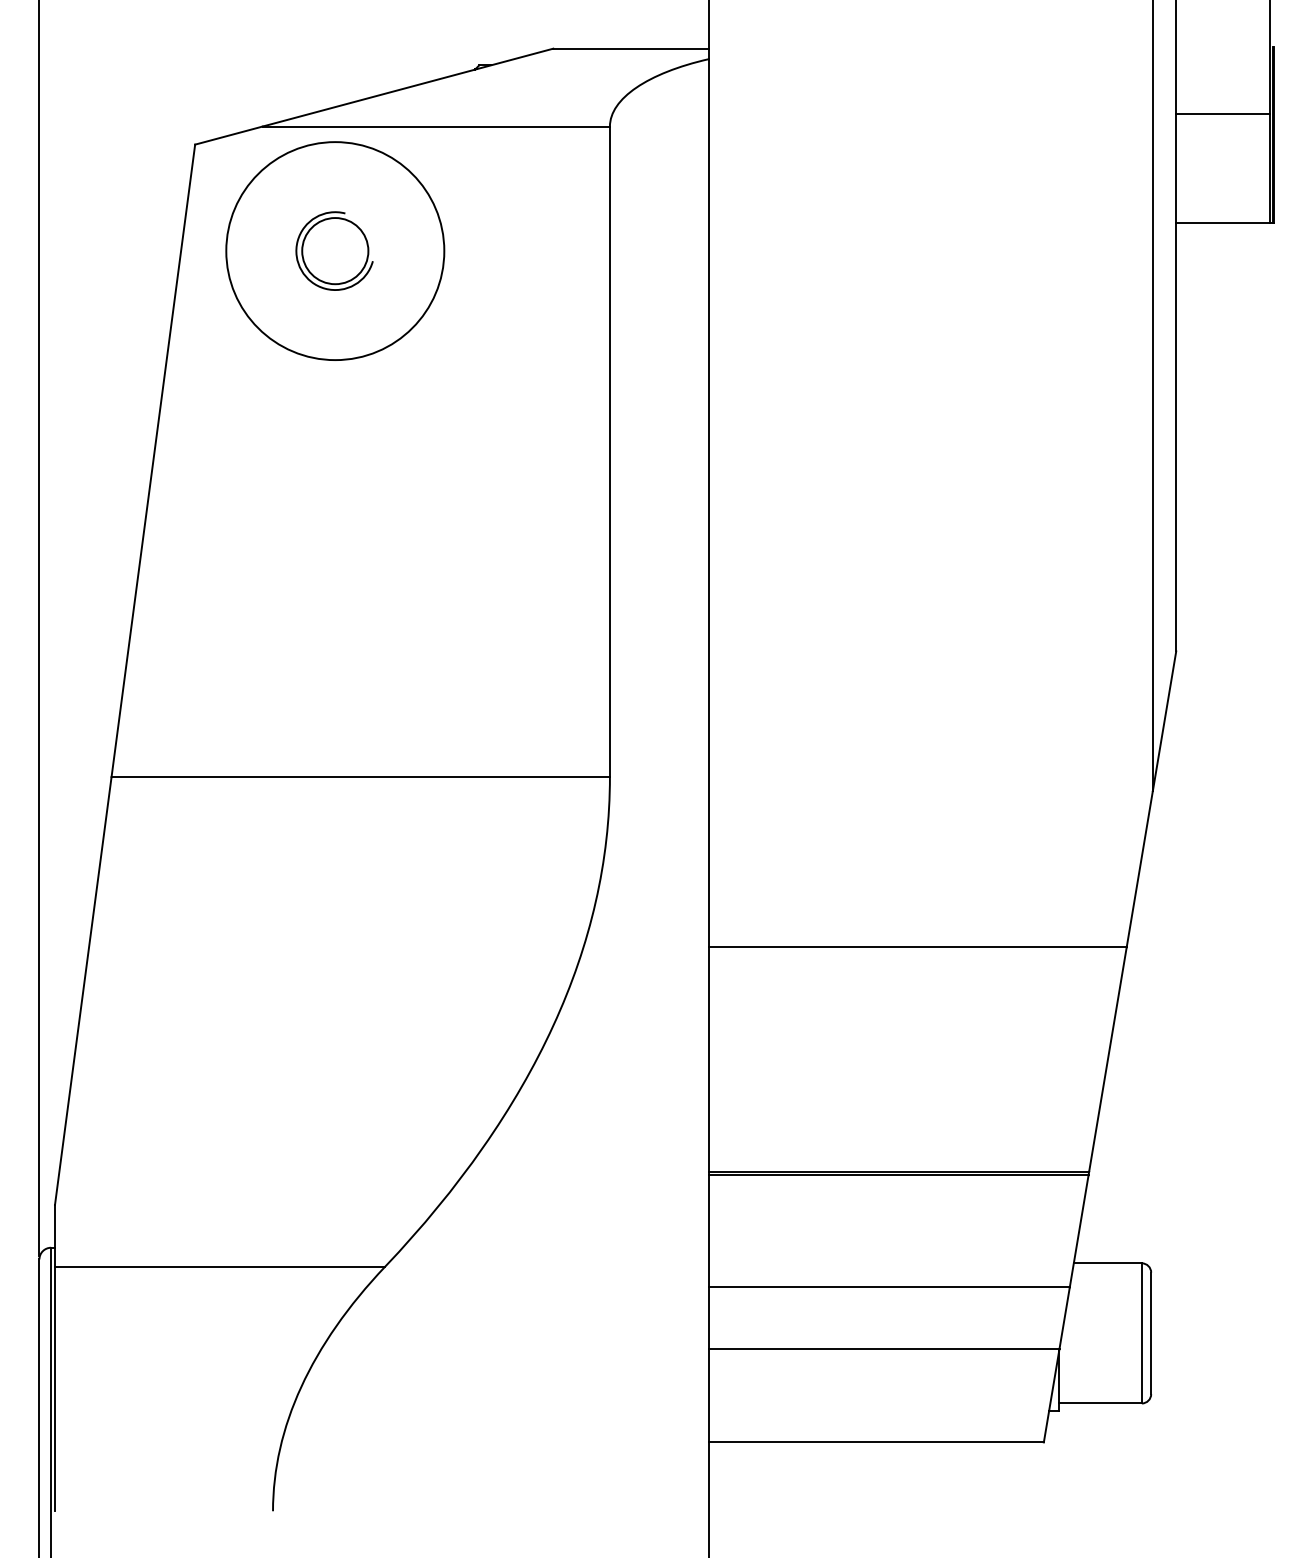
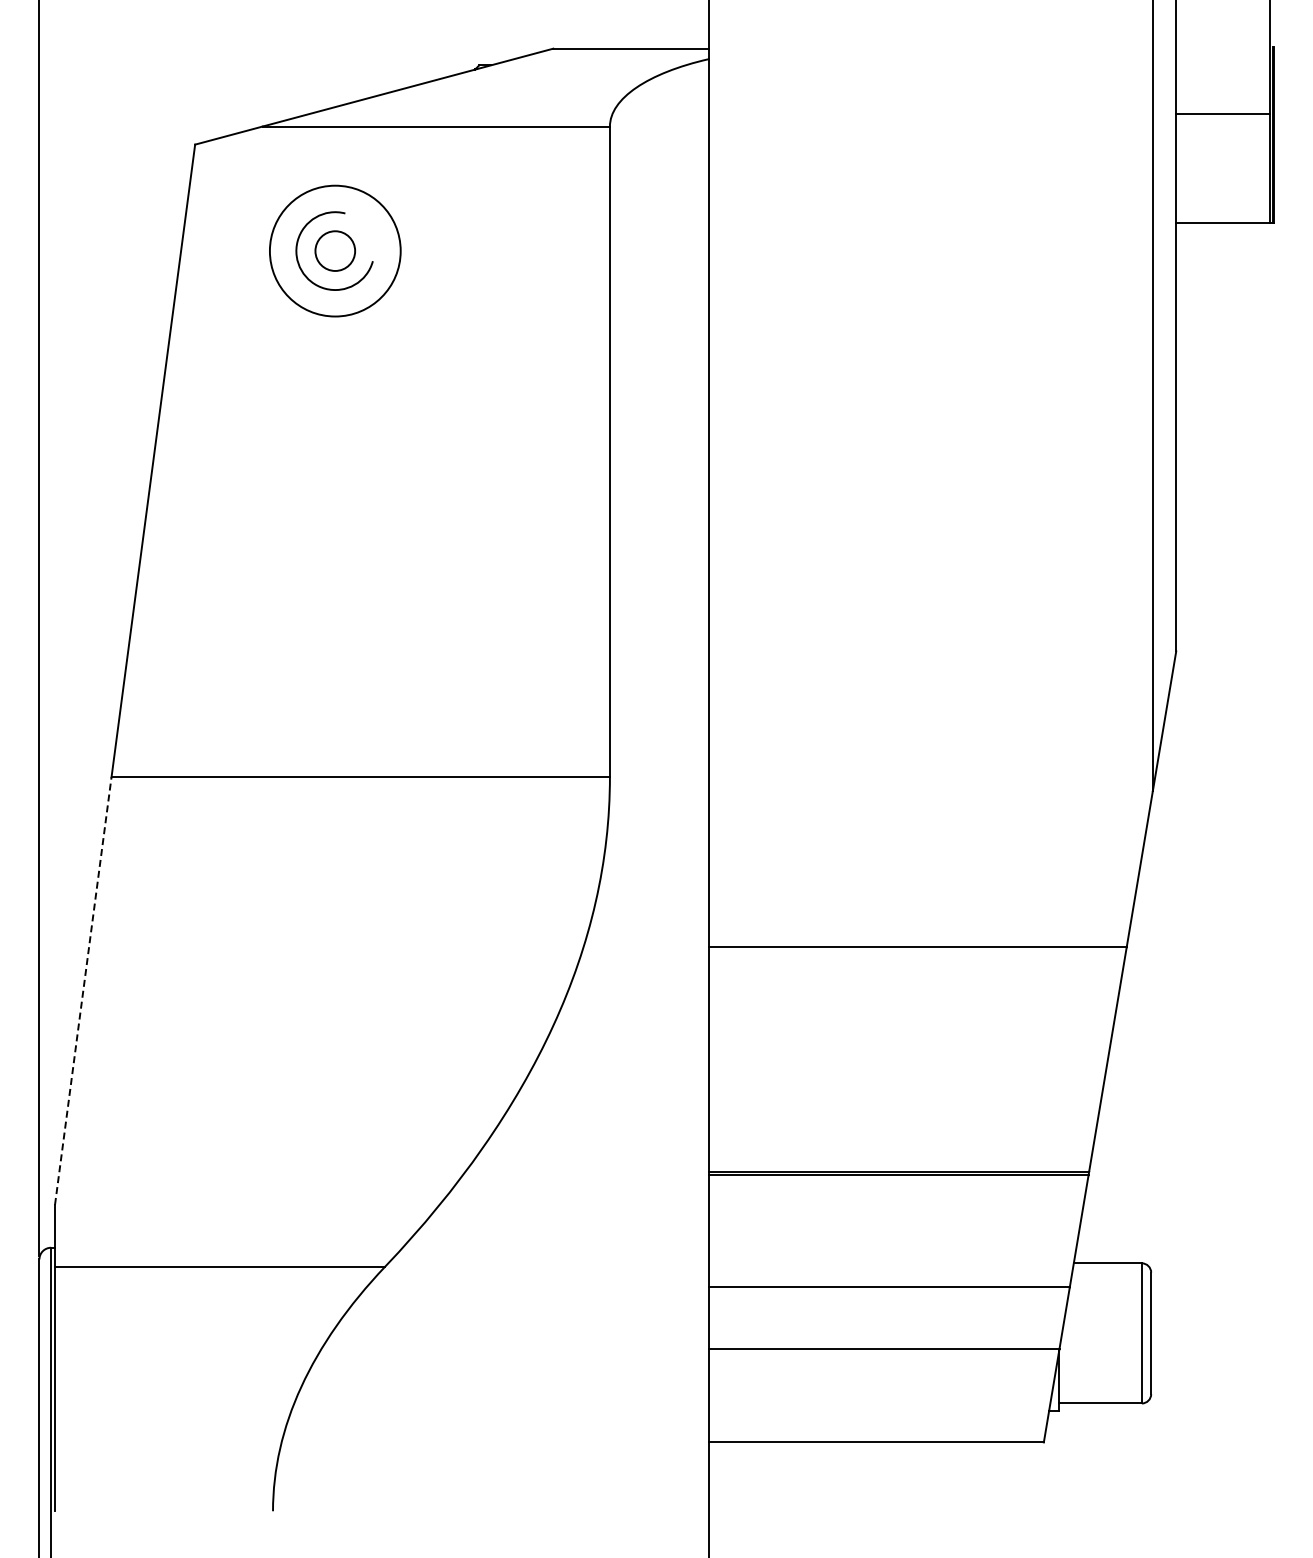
circle at (335, 251) diameter: 218 px -> 131 px
circle at (335, 251) diameter: 66 px -> 40 px
line at (83, 991): solid -> dashed
